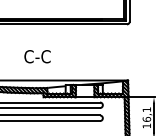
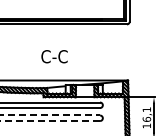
text at (37, 56) position: (37, 56) -> (54, 56)
line at (50, 115): solid -> dashed
line at (50, 121): solid -> dashed
